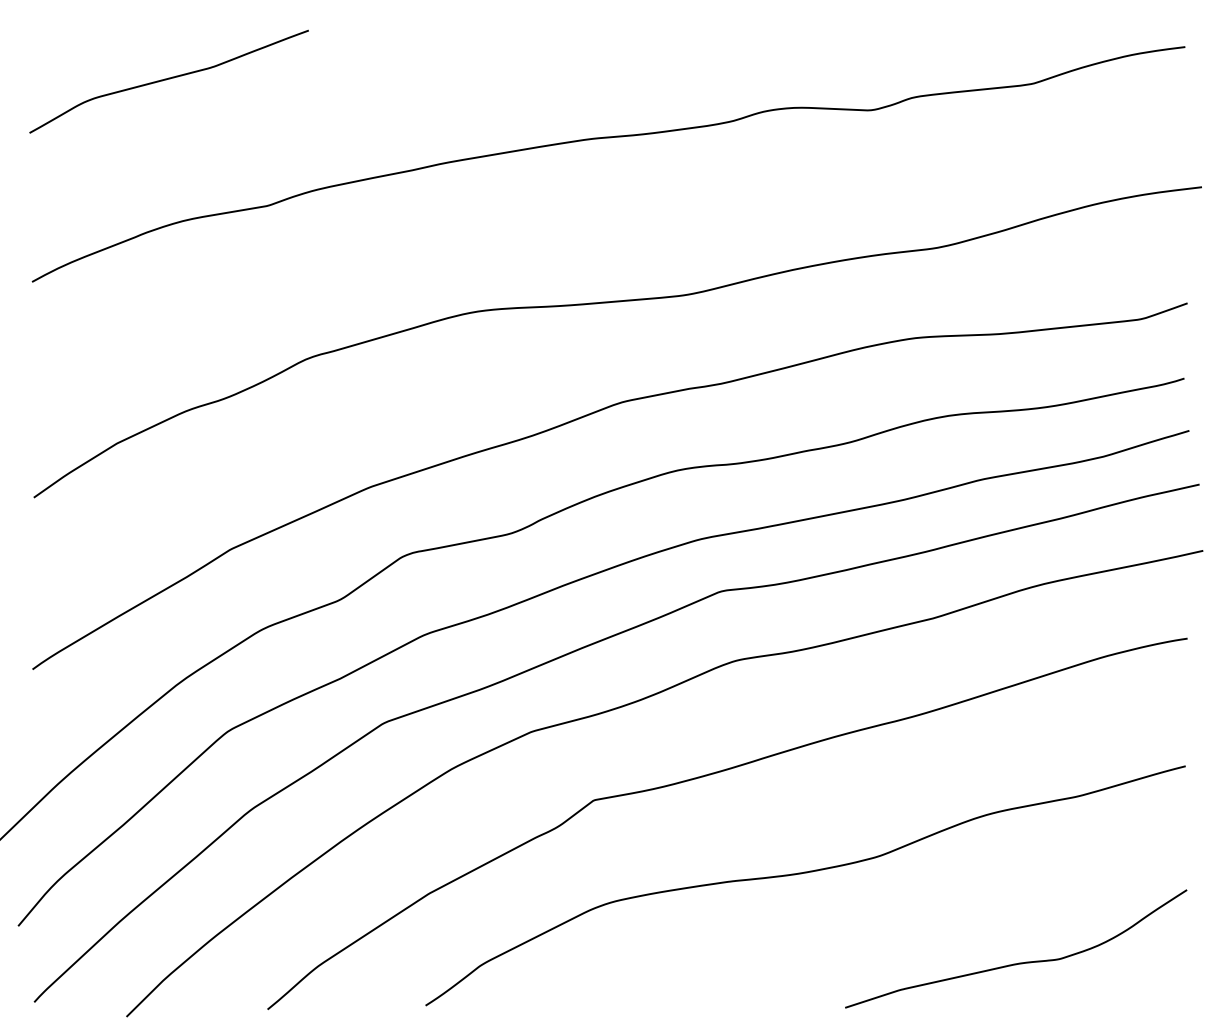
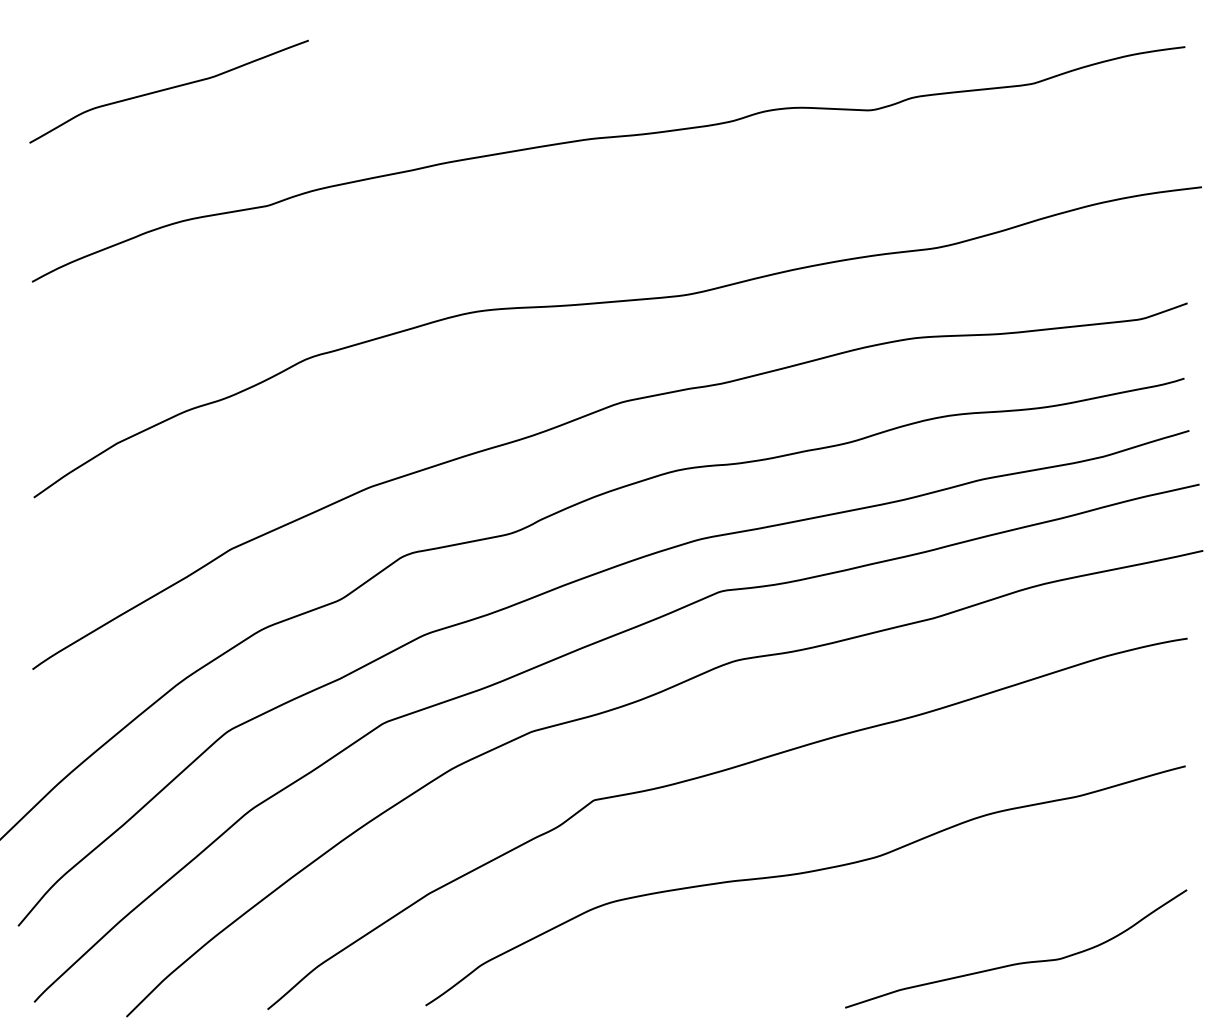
curve at (168, 79) position: (168, 79) -> (168, 89)
